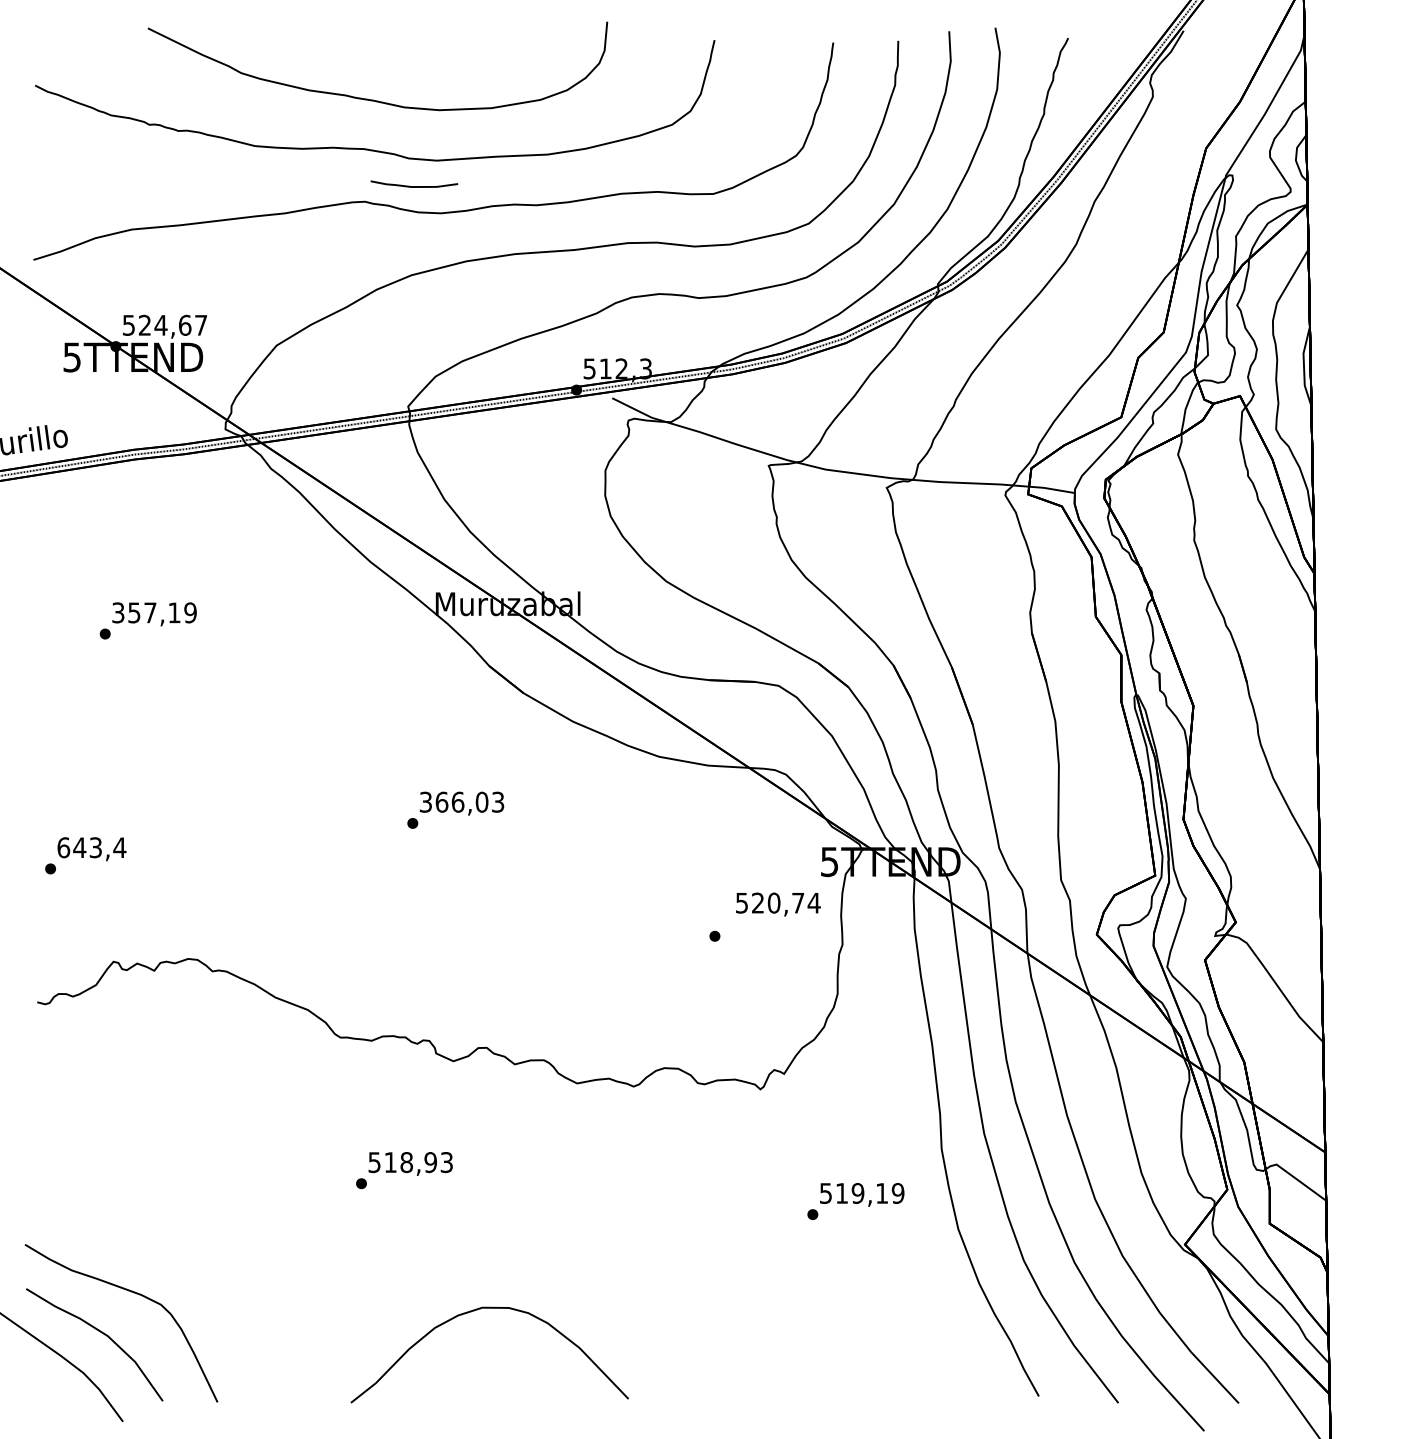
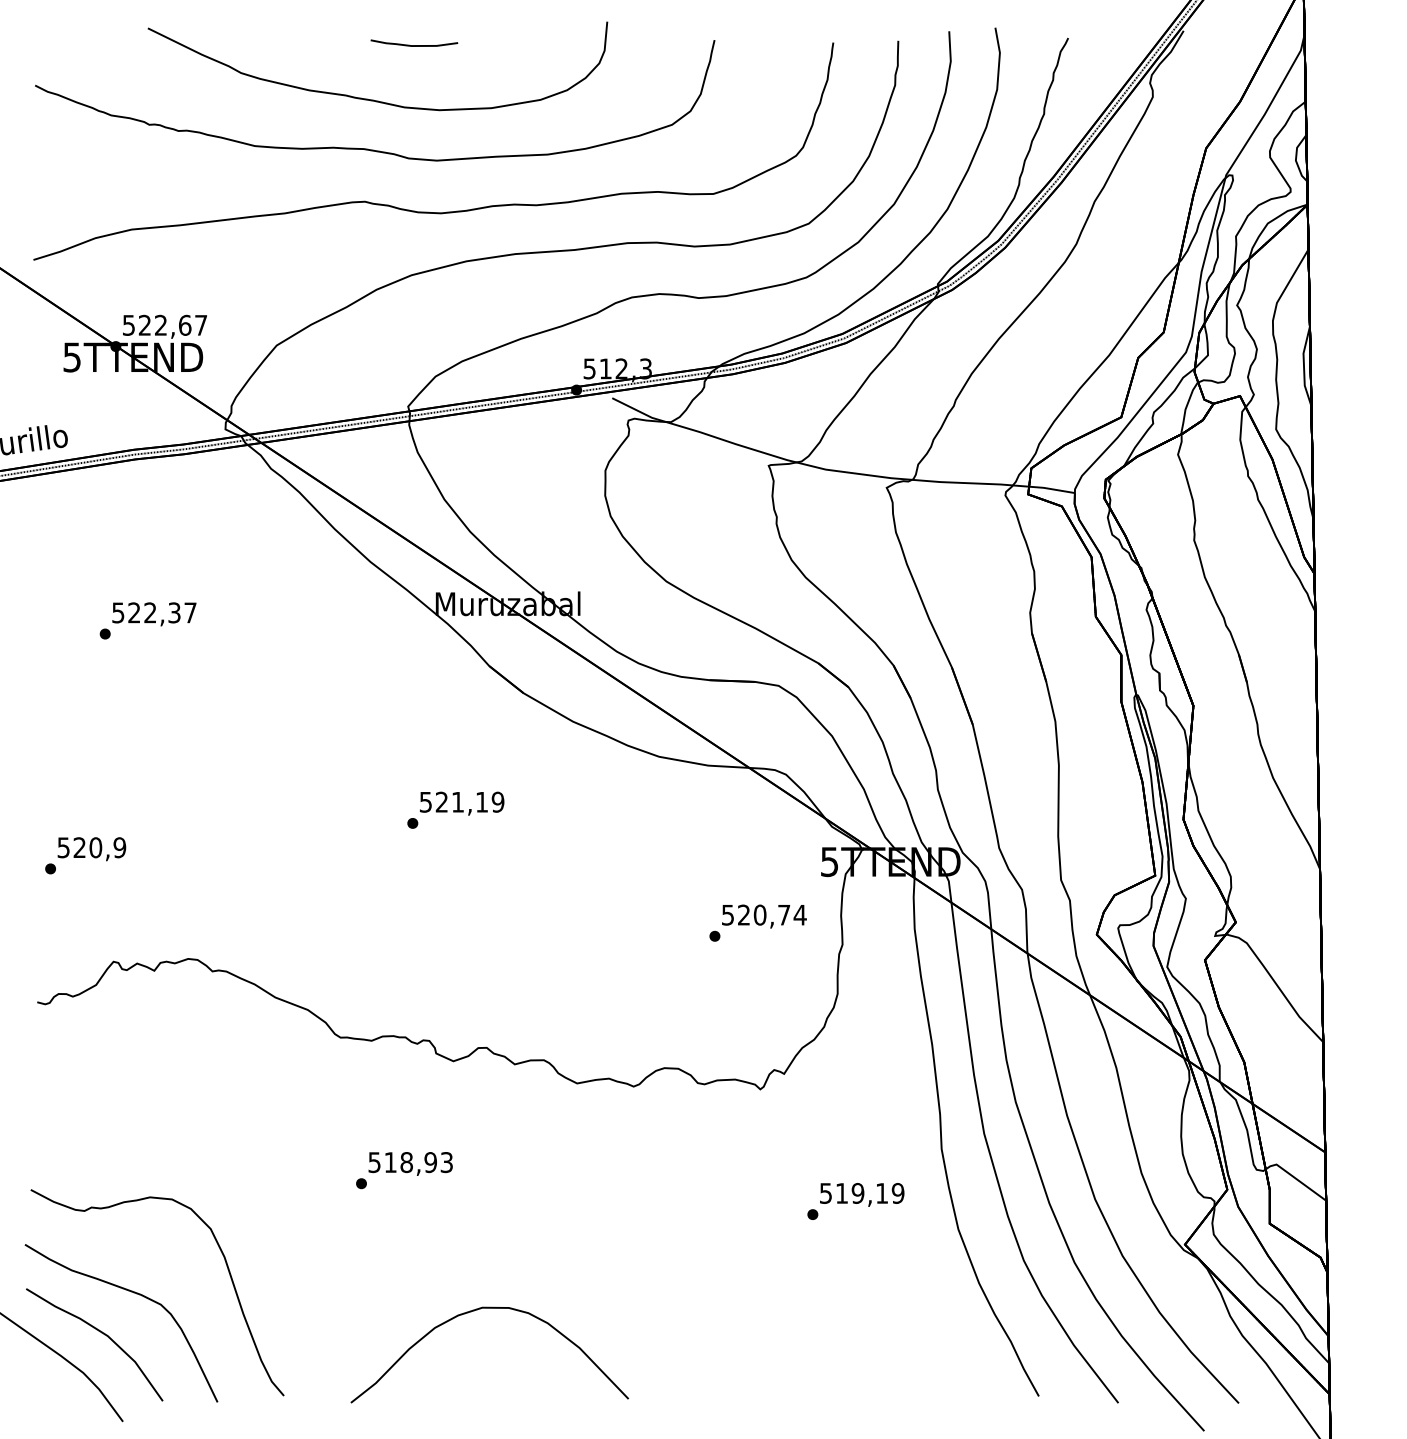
part at (414, 183) position: (414, 183) -> (414, 42)
text at (160, 324): 524,67 -> 522,67
text at (154, 612): 357,19 -> 522,37
text at (462, 801): 366,03 -> 521,19
text at (91, 847): 643,4 -> 520,9
text at (778, 904) position: (778, 904) -> (764, 916)
curve at (227, 1269): none -> present
